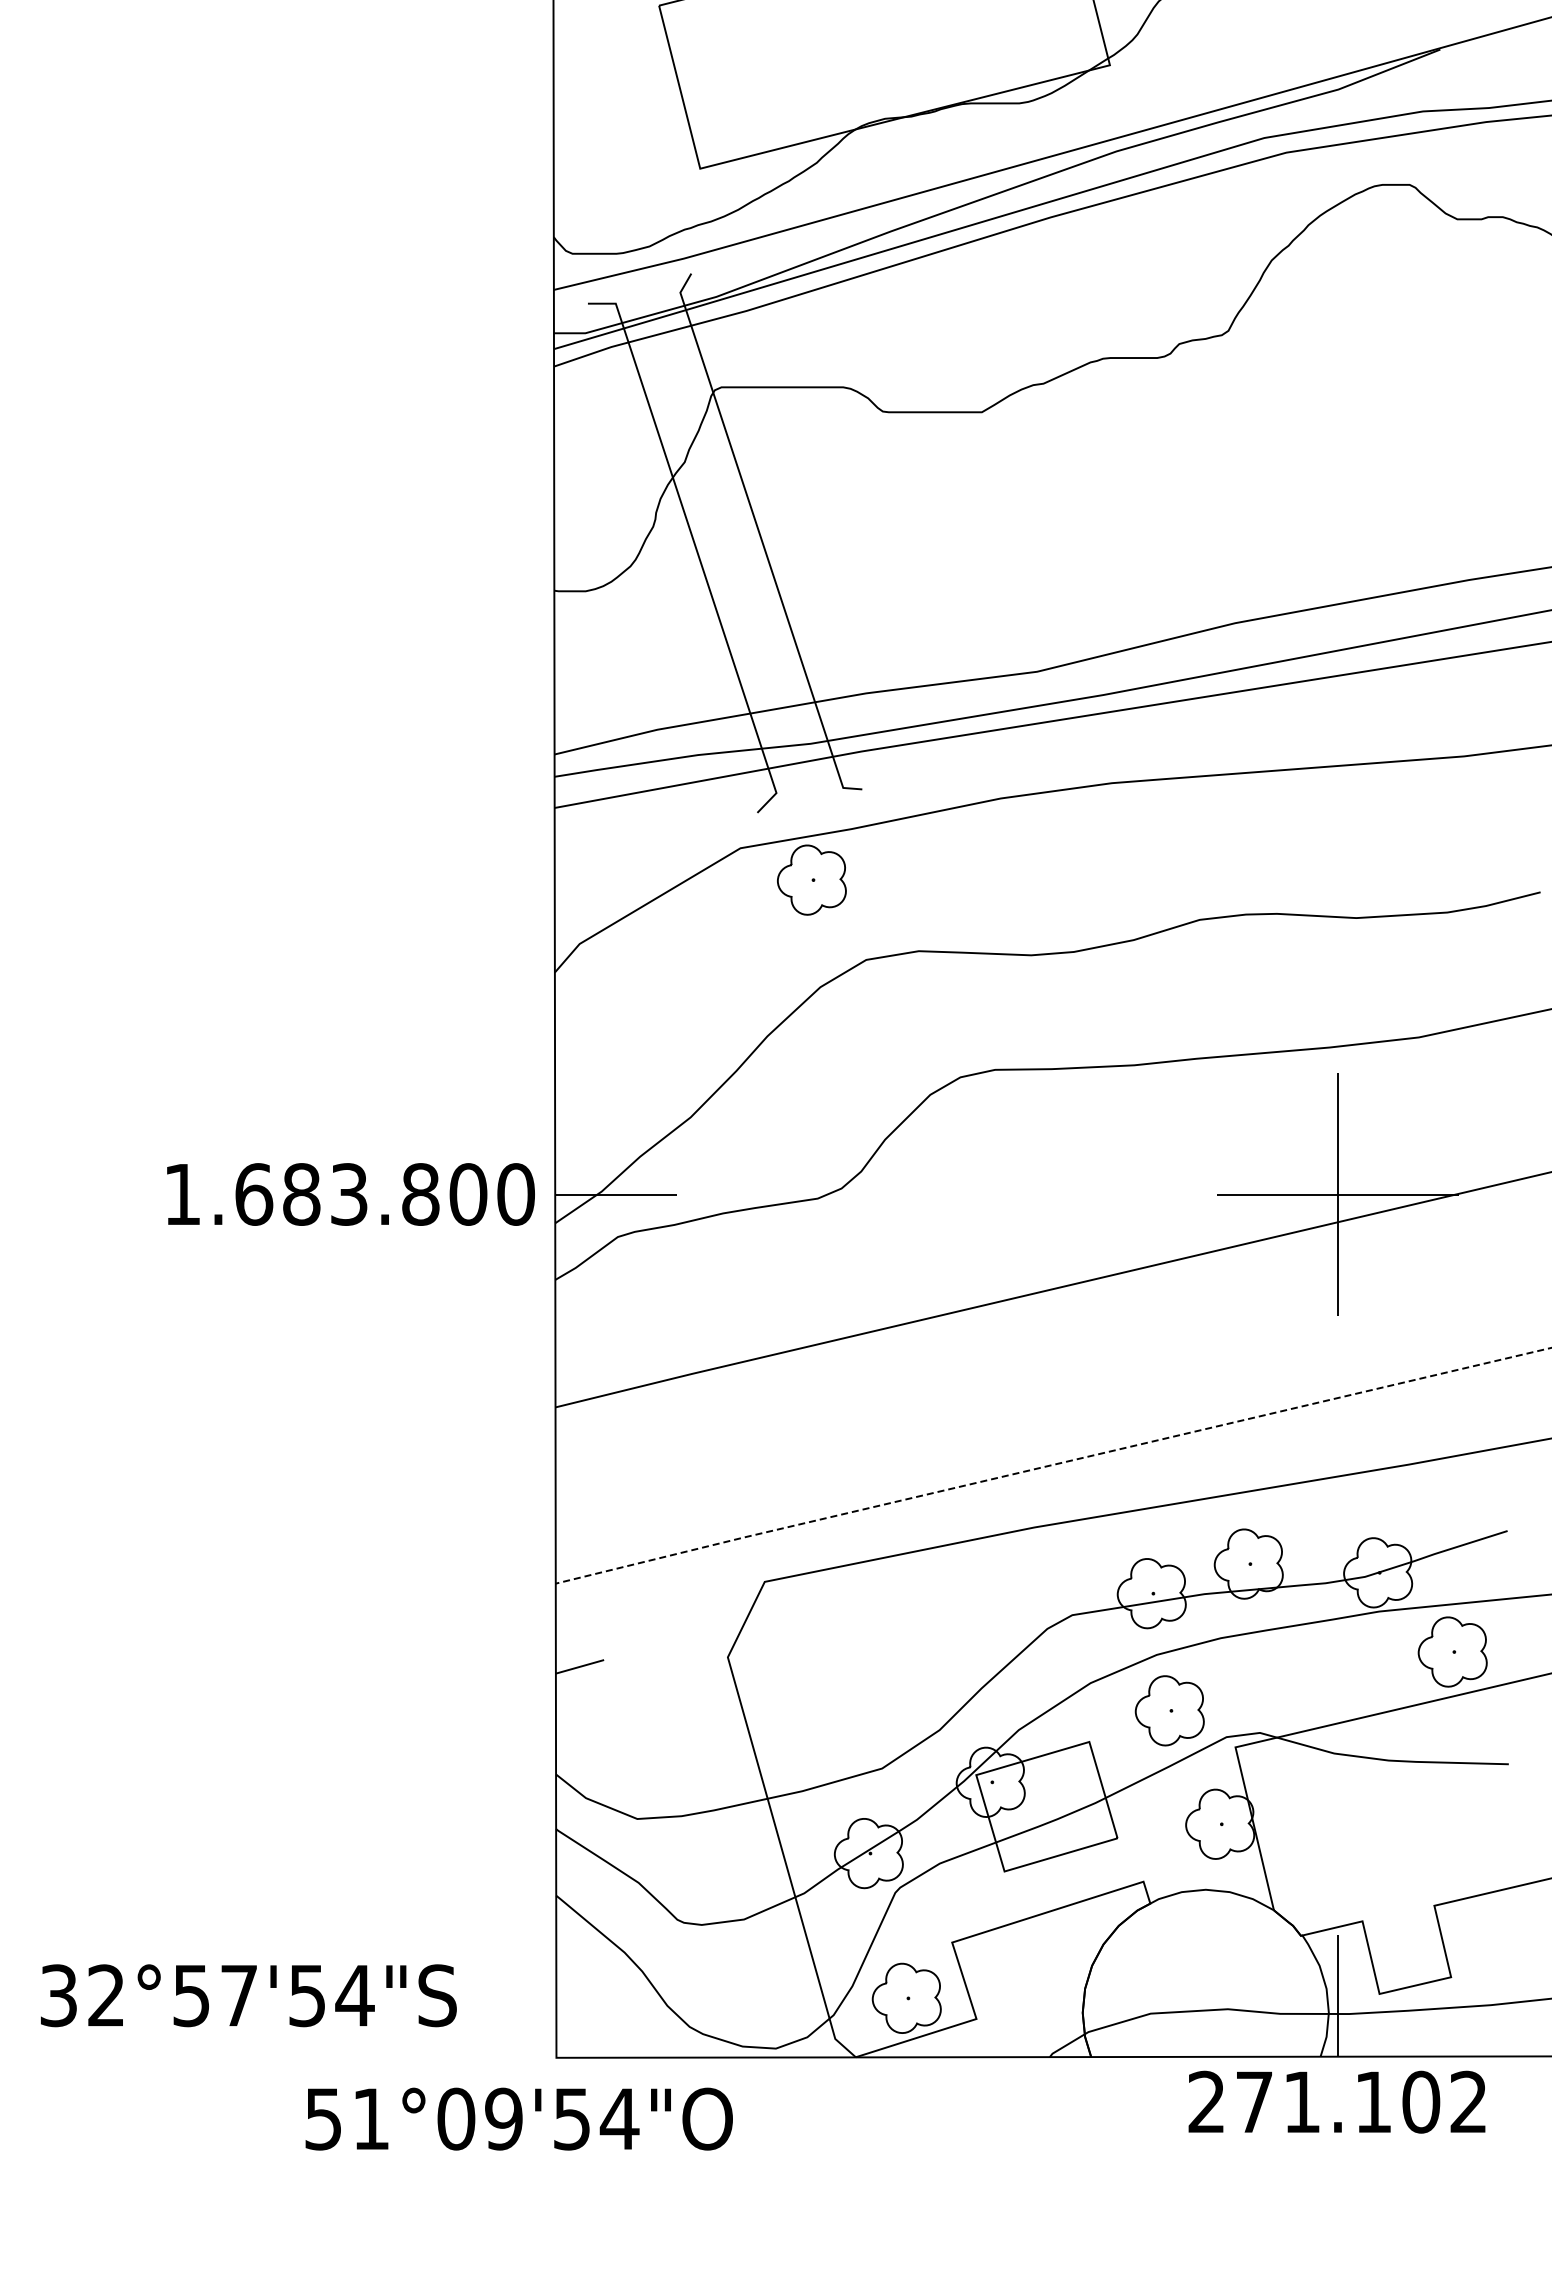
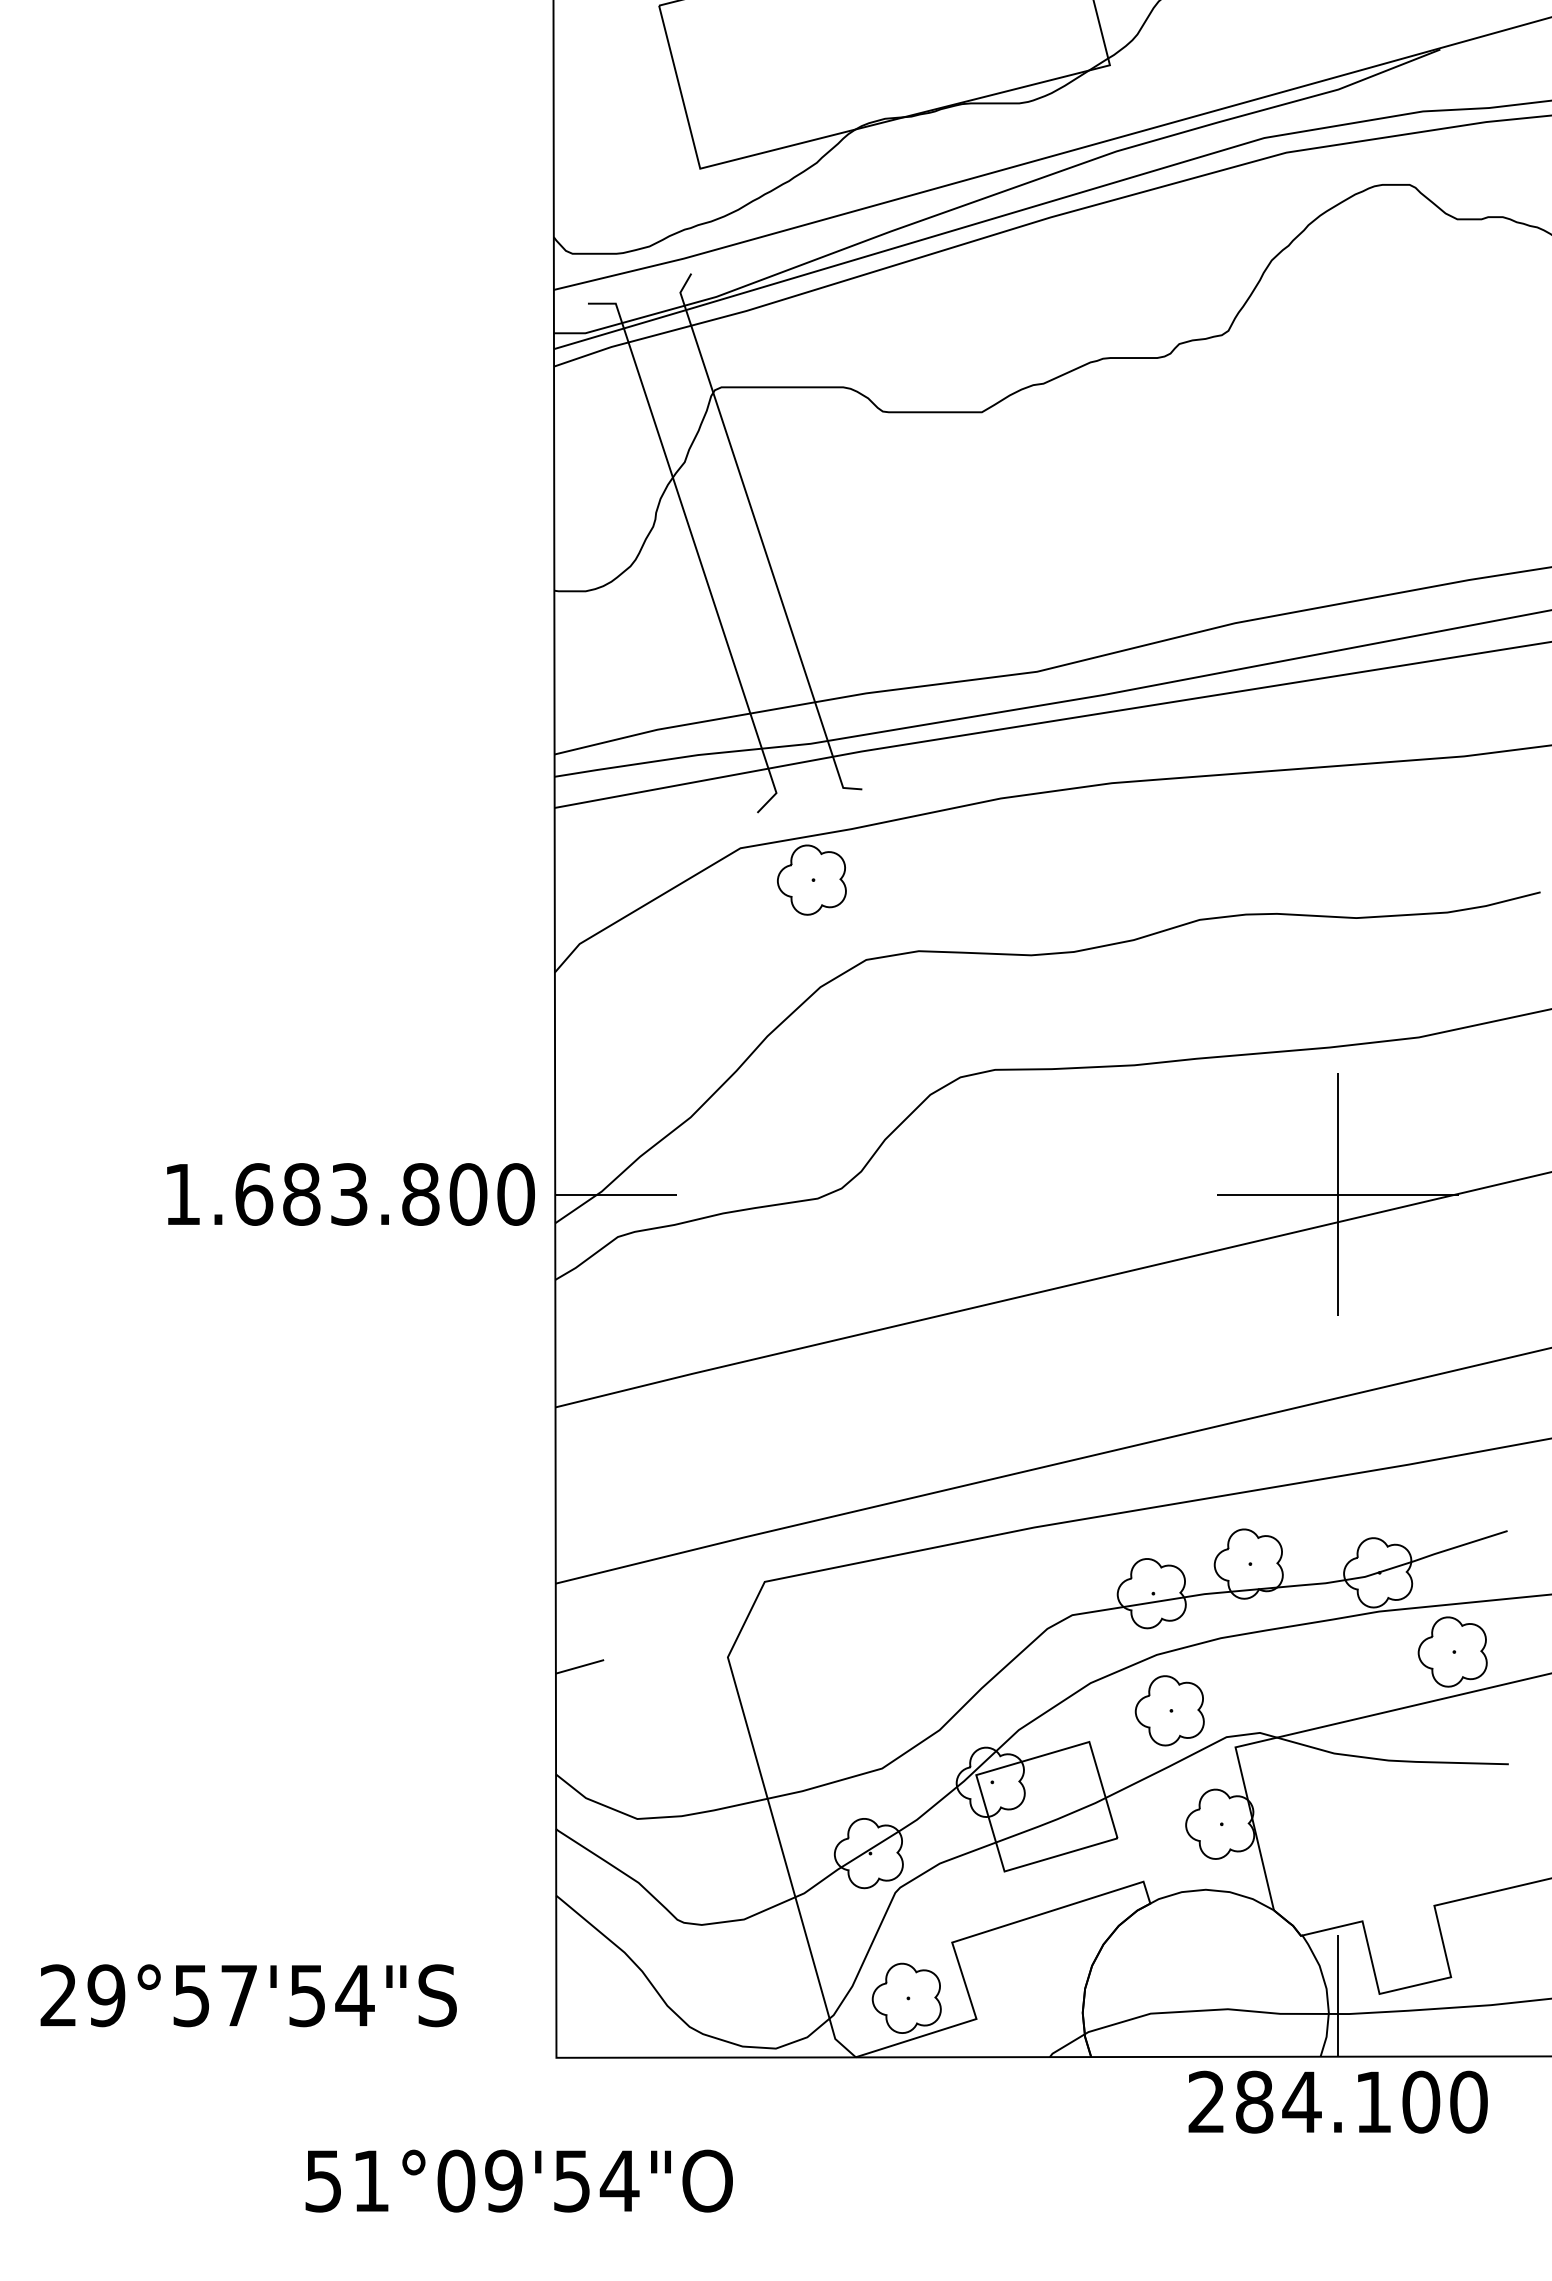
line at (1052, 1465): dashed -> solid
text at (82, 1995): 32°57'54"S -> 29°57'54"S
text at (1361, 2101): 271.102 -> 284.100
text at (518, 2118) position: (518, 2118) -> (518, 2180)
